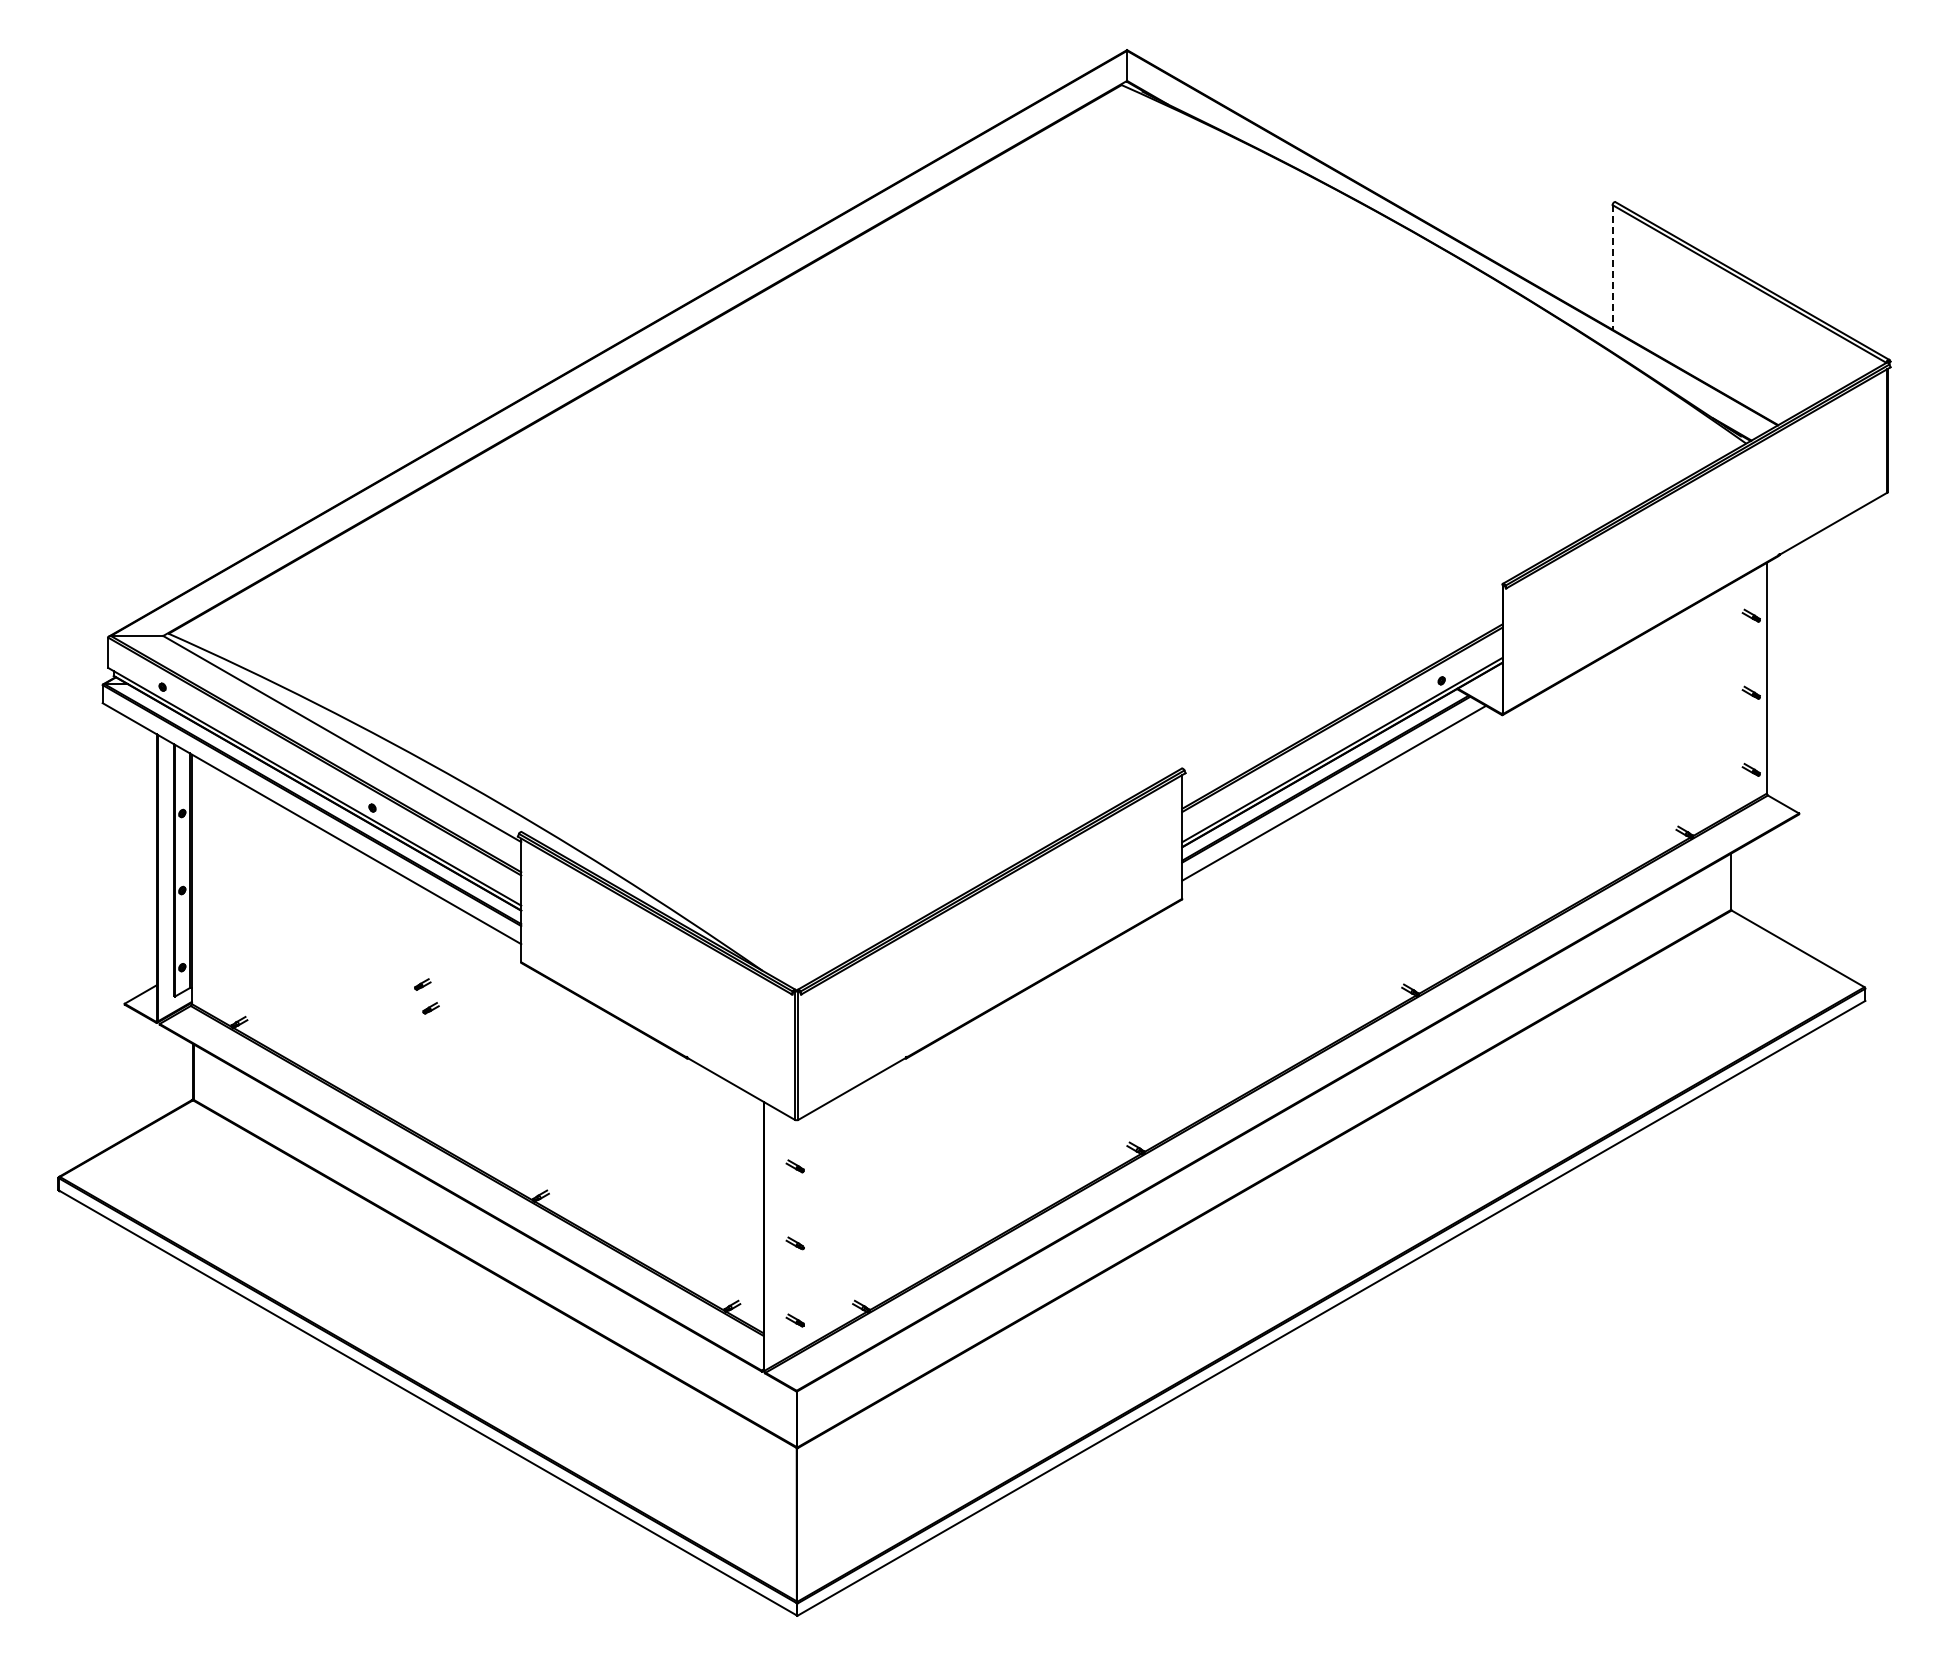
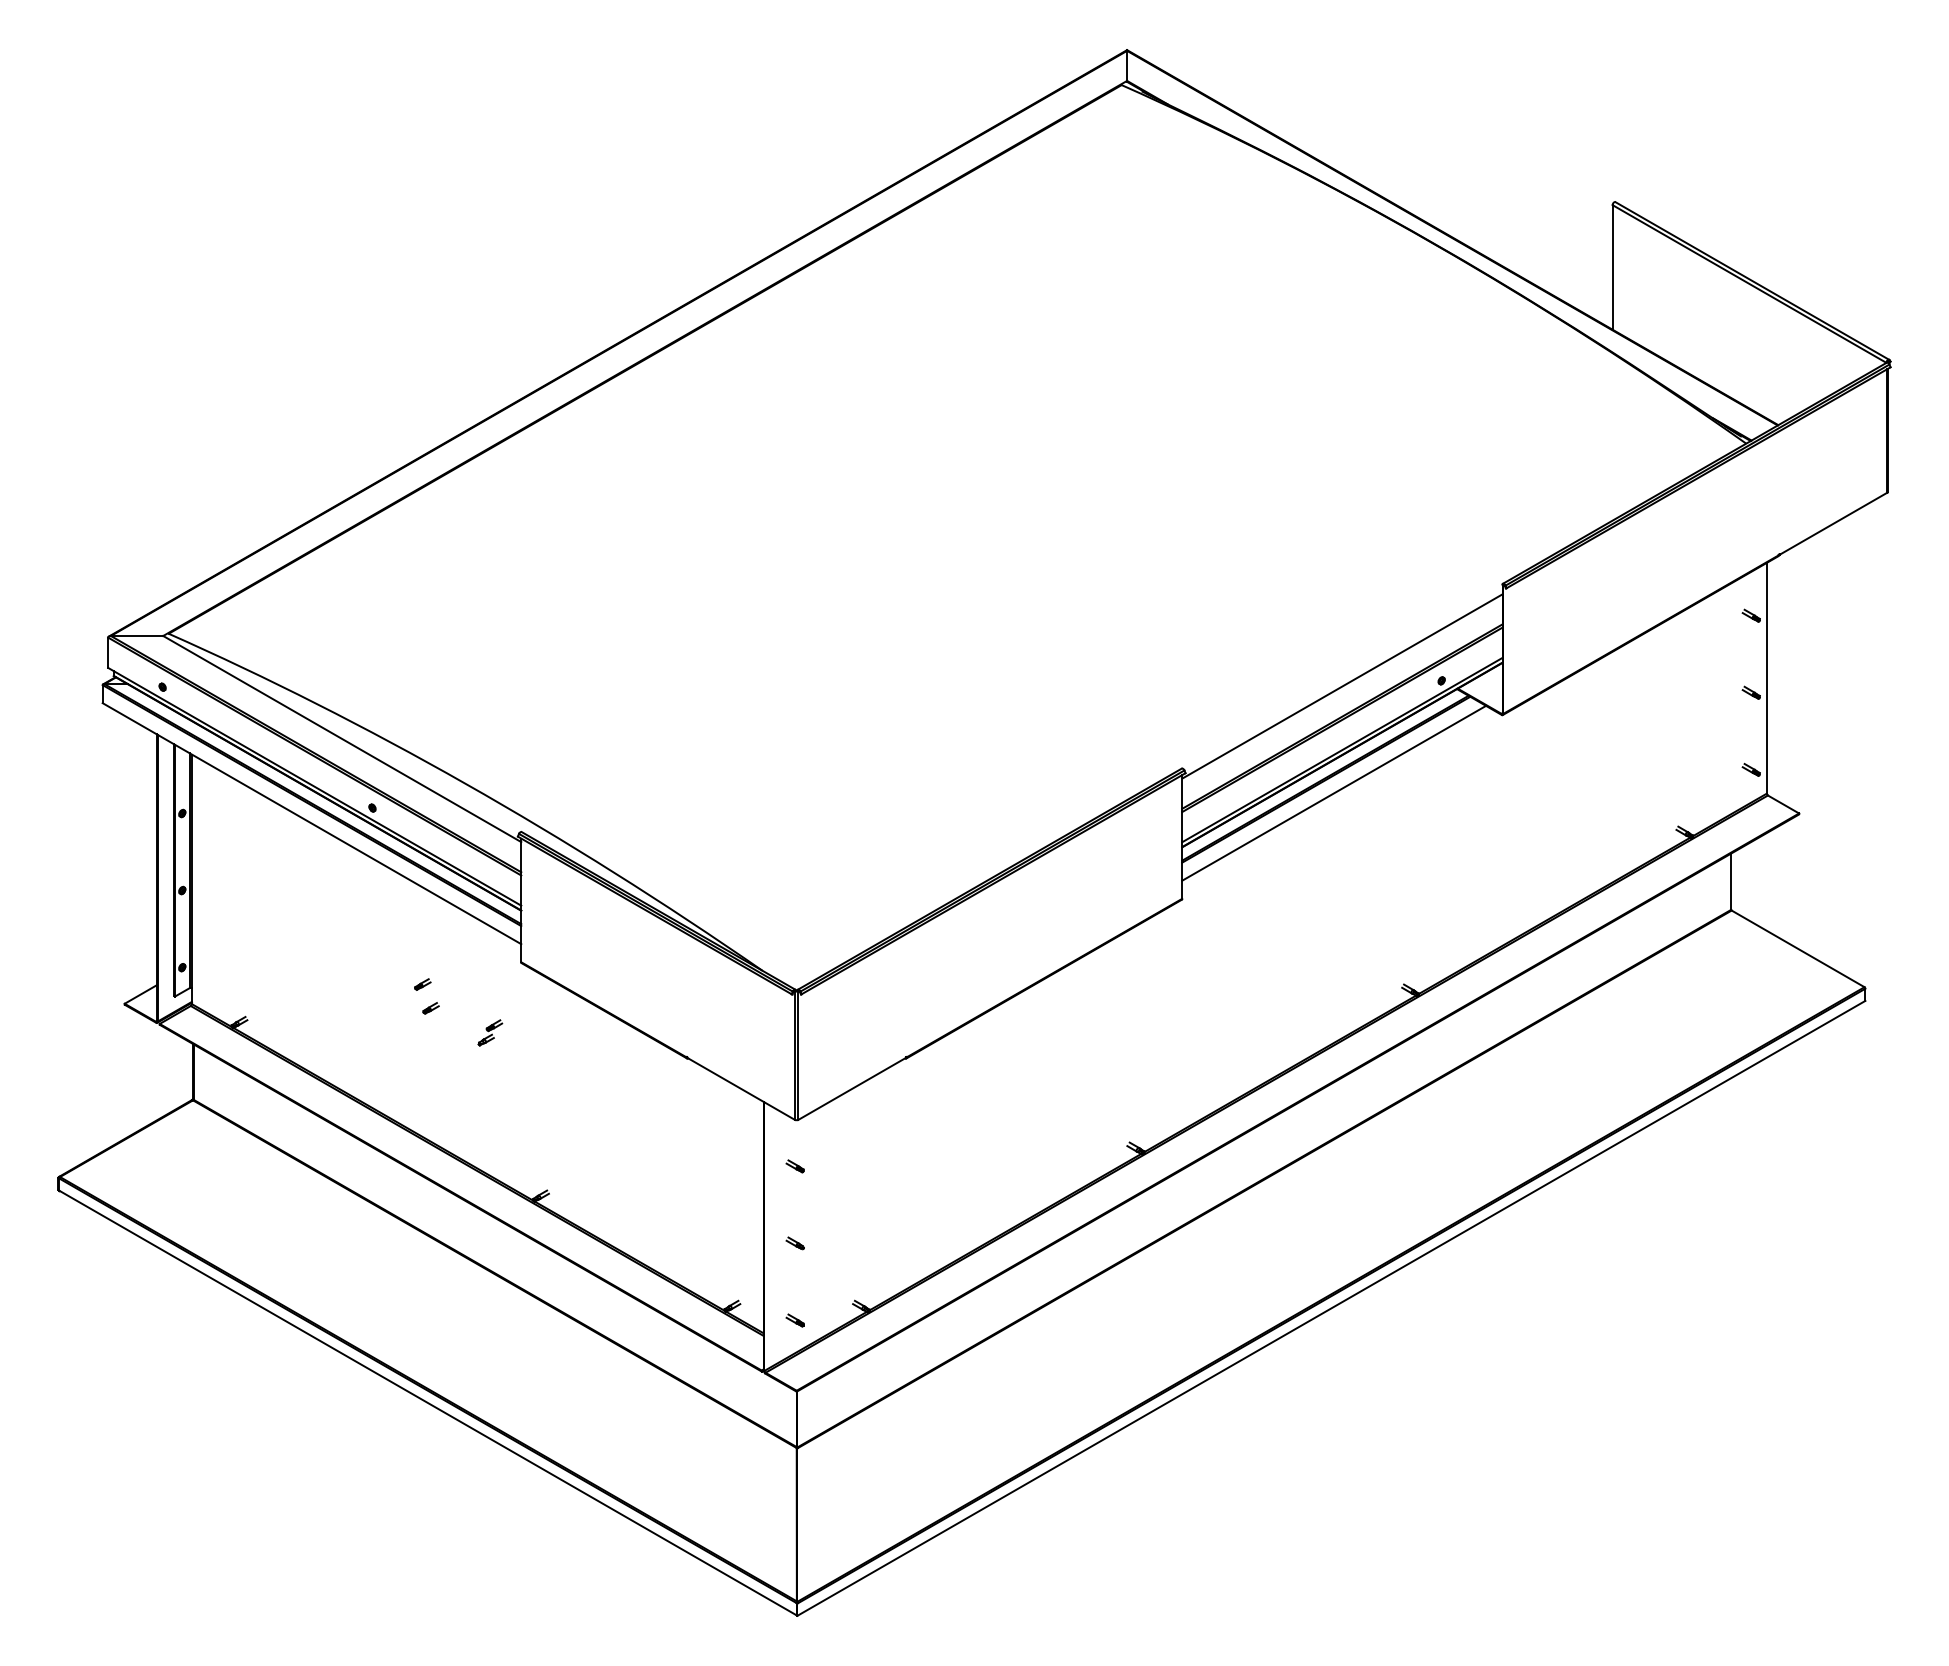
line at (1612, 267): dashed -> solid
line at (1342, 686): none -> present
part at (490, 1032): none -> present
